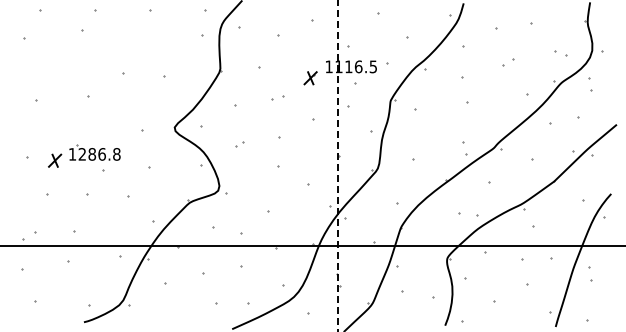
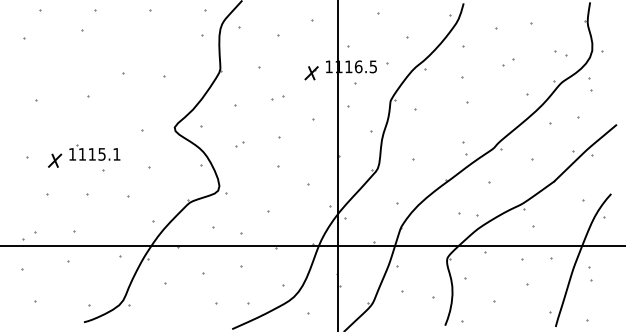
part at (310, 78) position: (310, 78) -> (311, 73)
text at (99, 154): 1286.8 -> 1115.1
line at (338, 166): dashed -> solid
